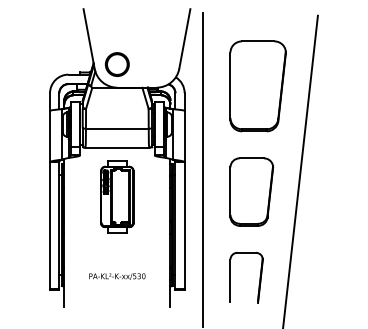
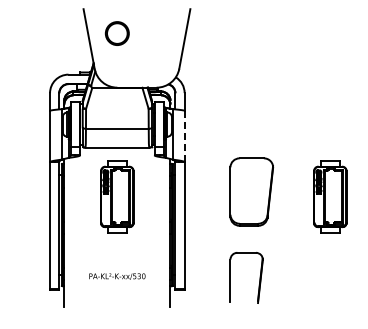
circle at (116, 64) position: (116, 64) -> (116, 33)
part at (257, 86): present -> none
line at (184, 136): solid -> dashed
line at (202, 169): present -> none
line at (300, 170): present -> none
part at (330, 196): none -> present
